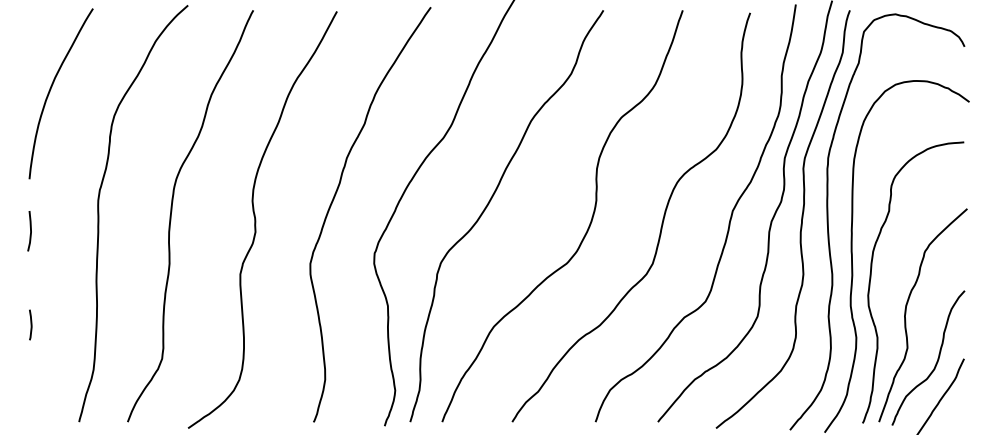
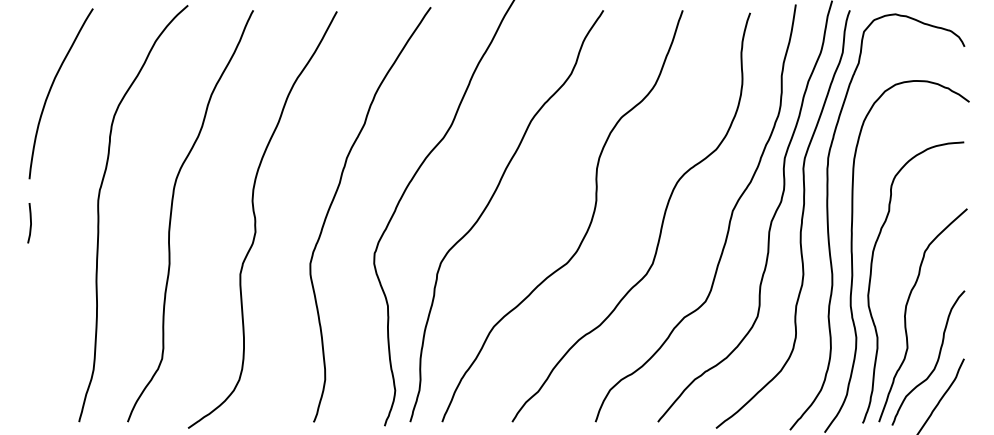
line at (30, 231) position: (30, 231) -> (30, 223)
line at (30, 324): present -> none
